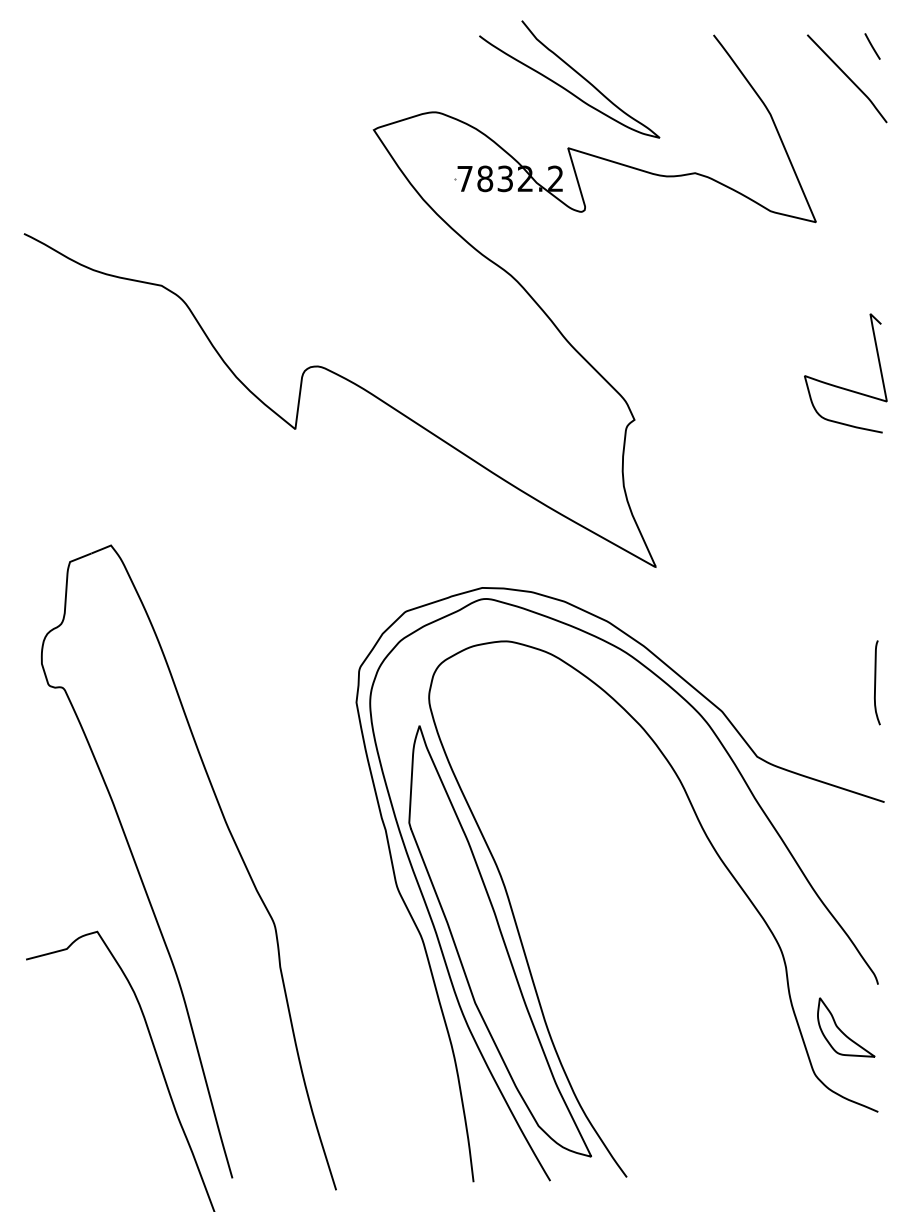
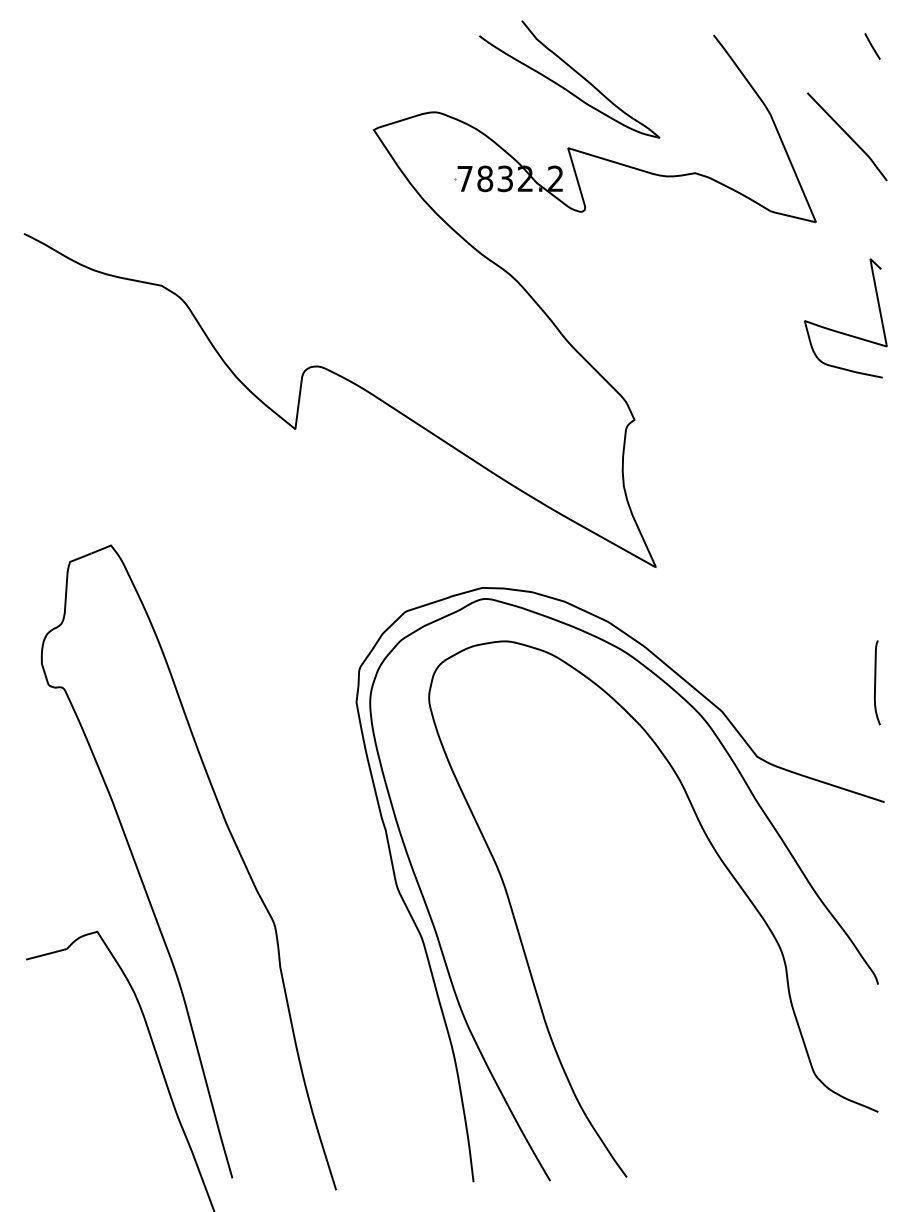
curve at (847, 77) position: (847, 77) -> (847, 135)
curve at (840, 386) position: (840, 386) -> (840, 331)
part at (499, 941): present -> none
part at (846, 1027): present -> none
